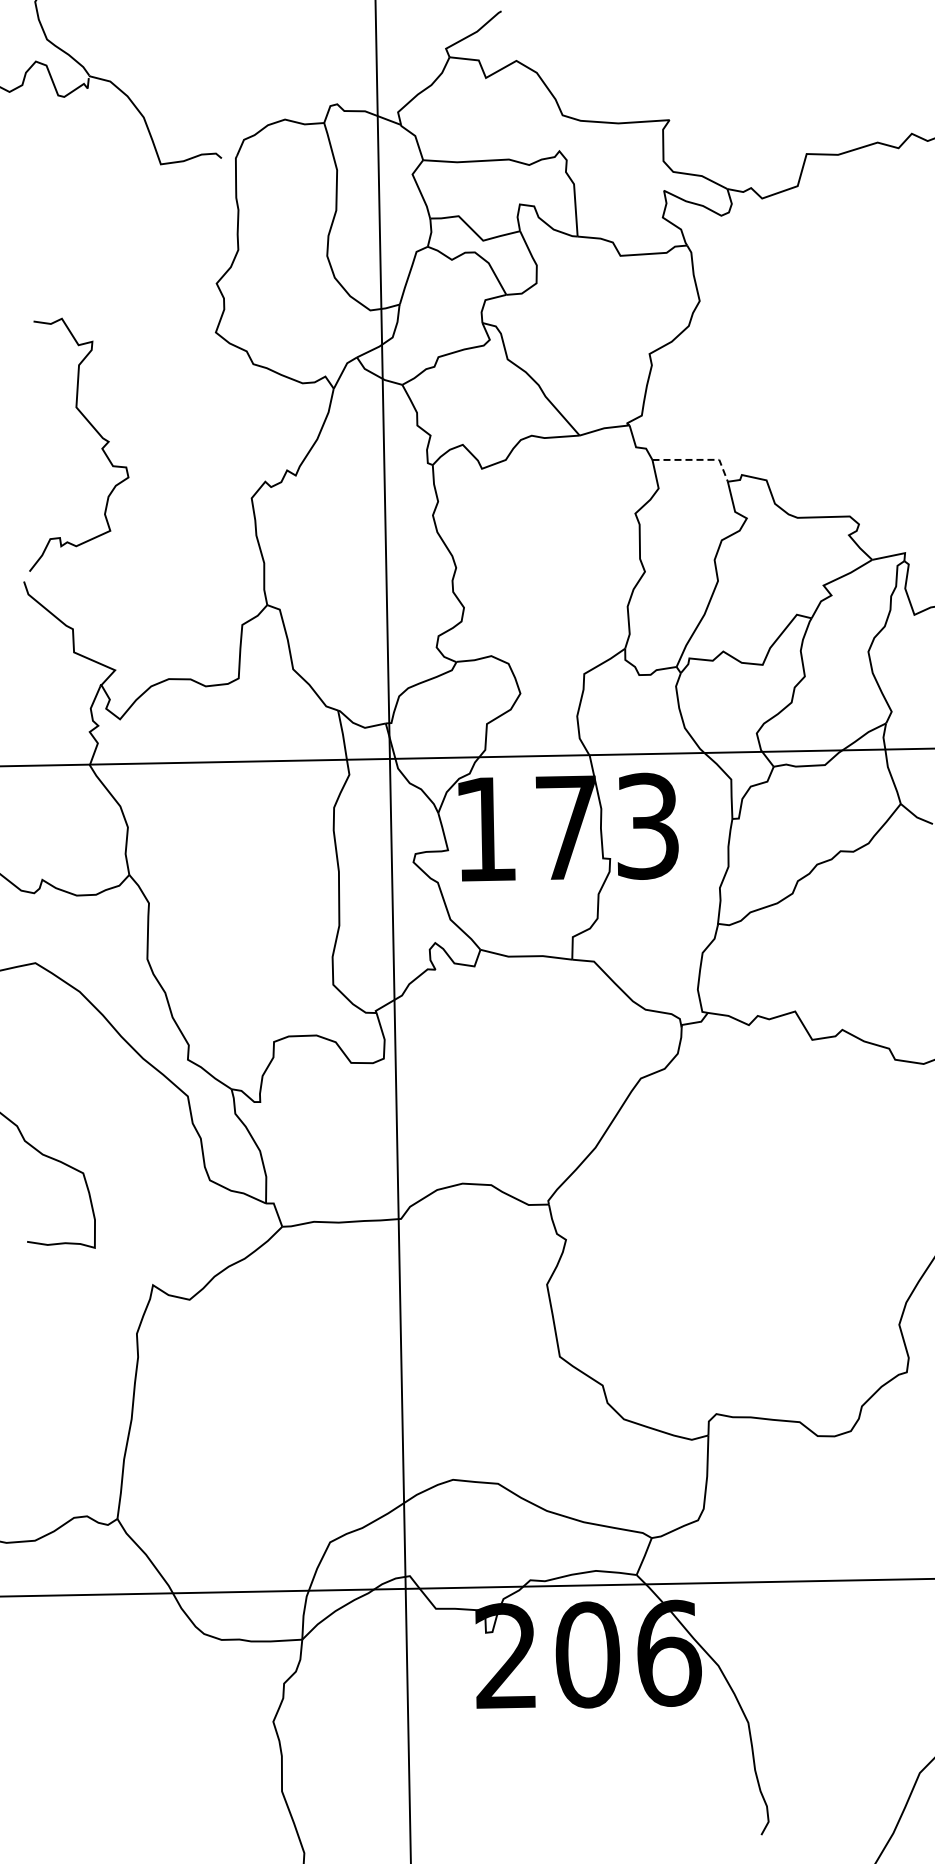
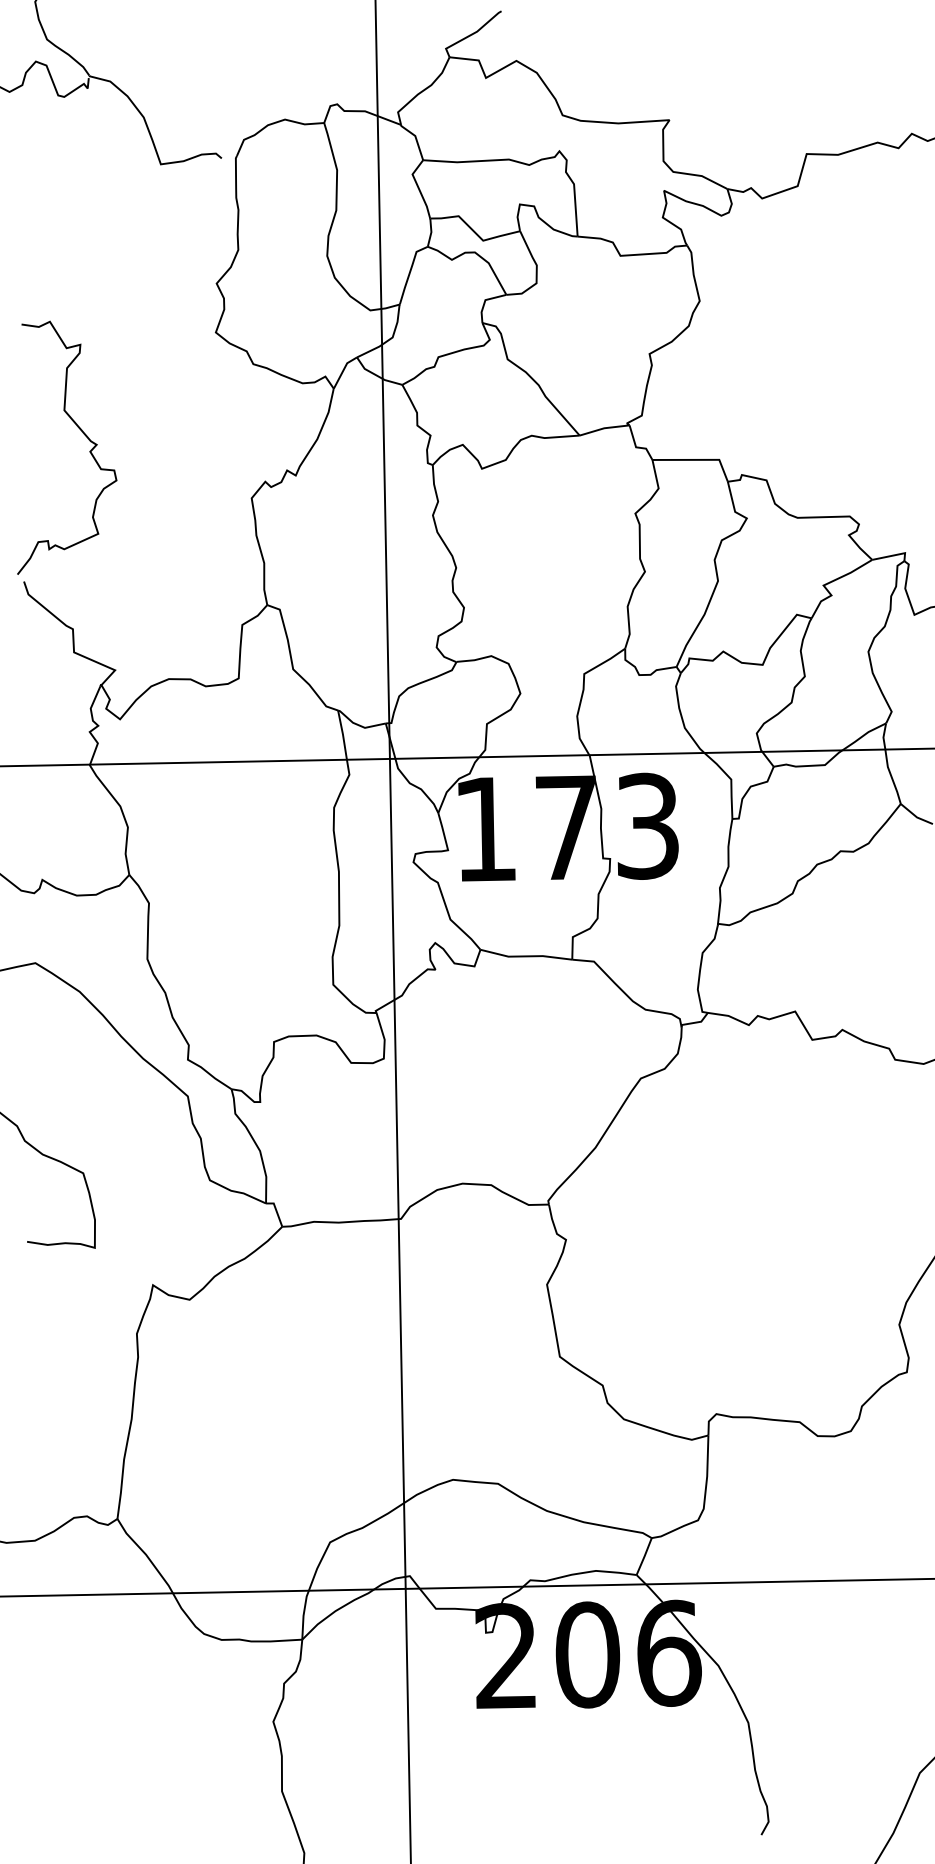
curve at (95, 431) position: (95, 431) -> (83, 434)
line at (698, 459): dashed -> solid
